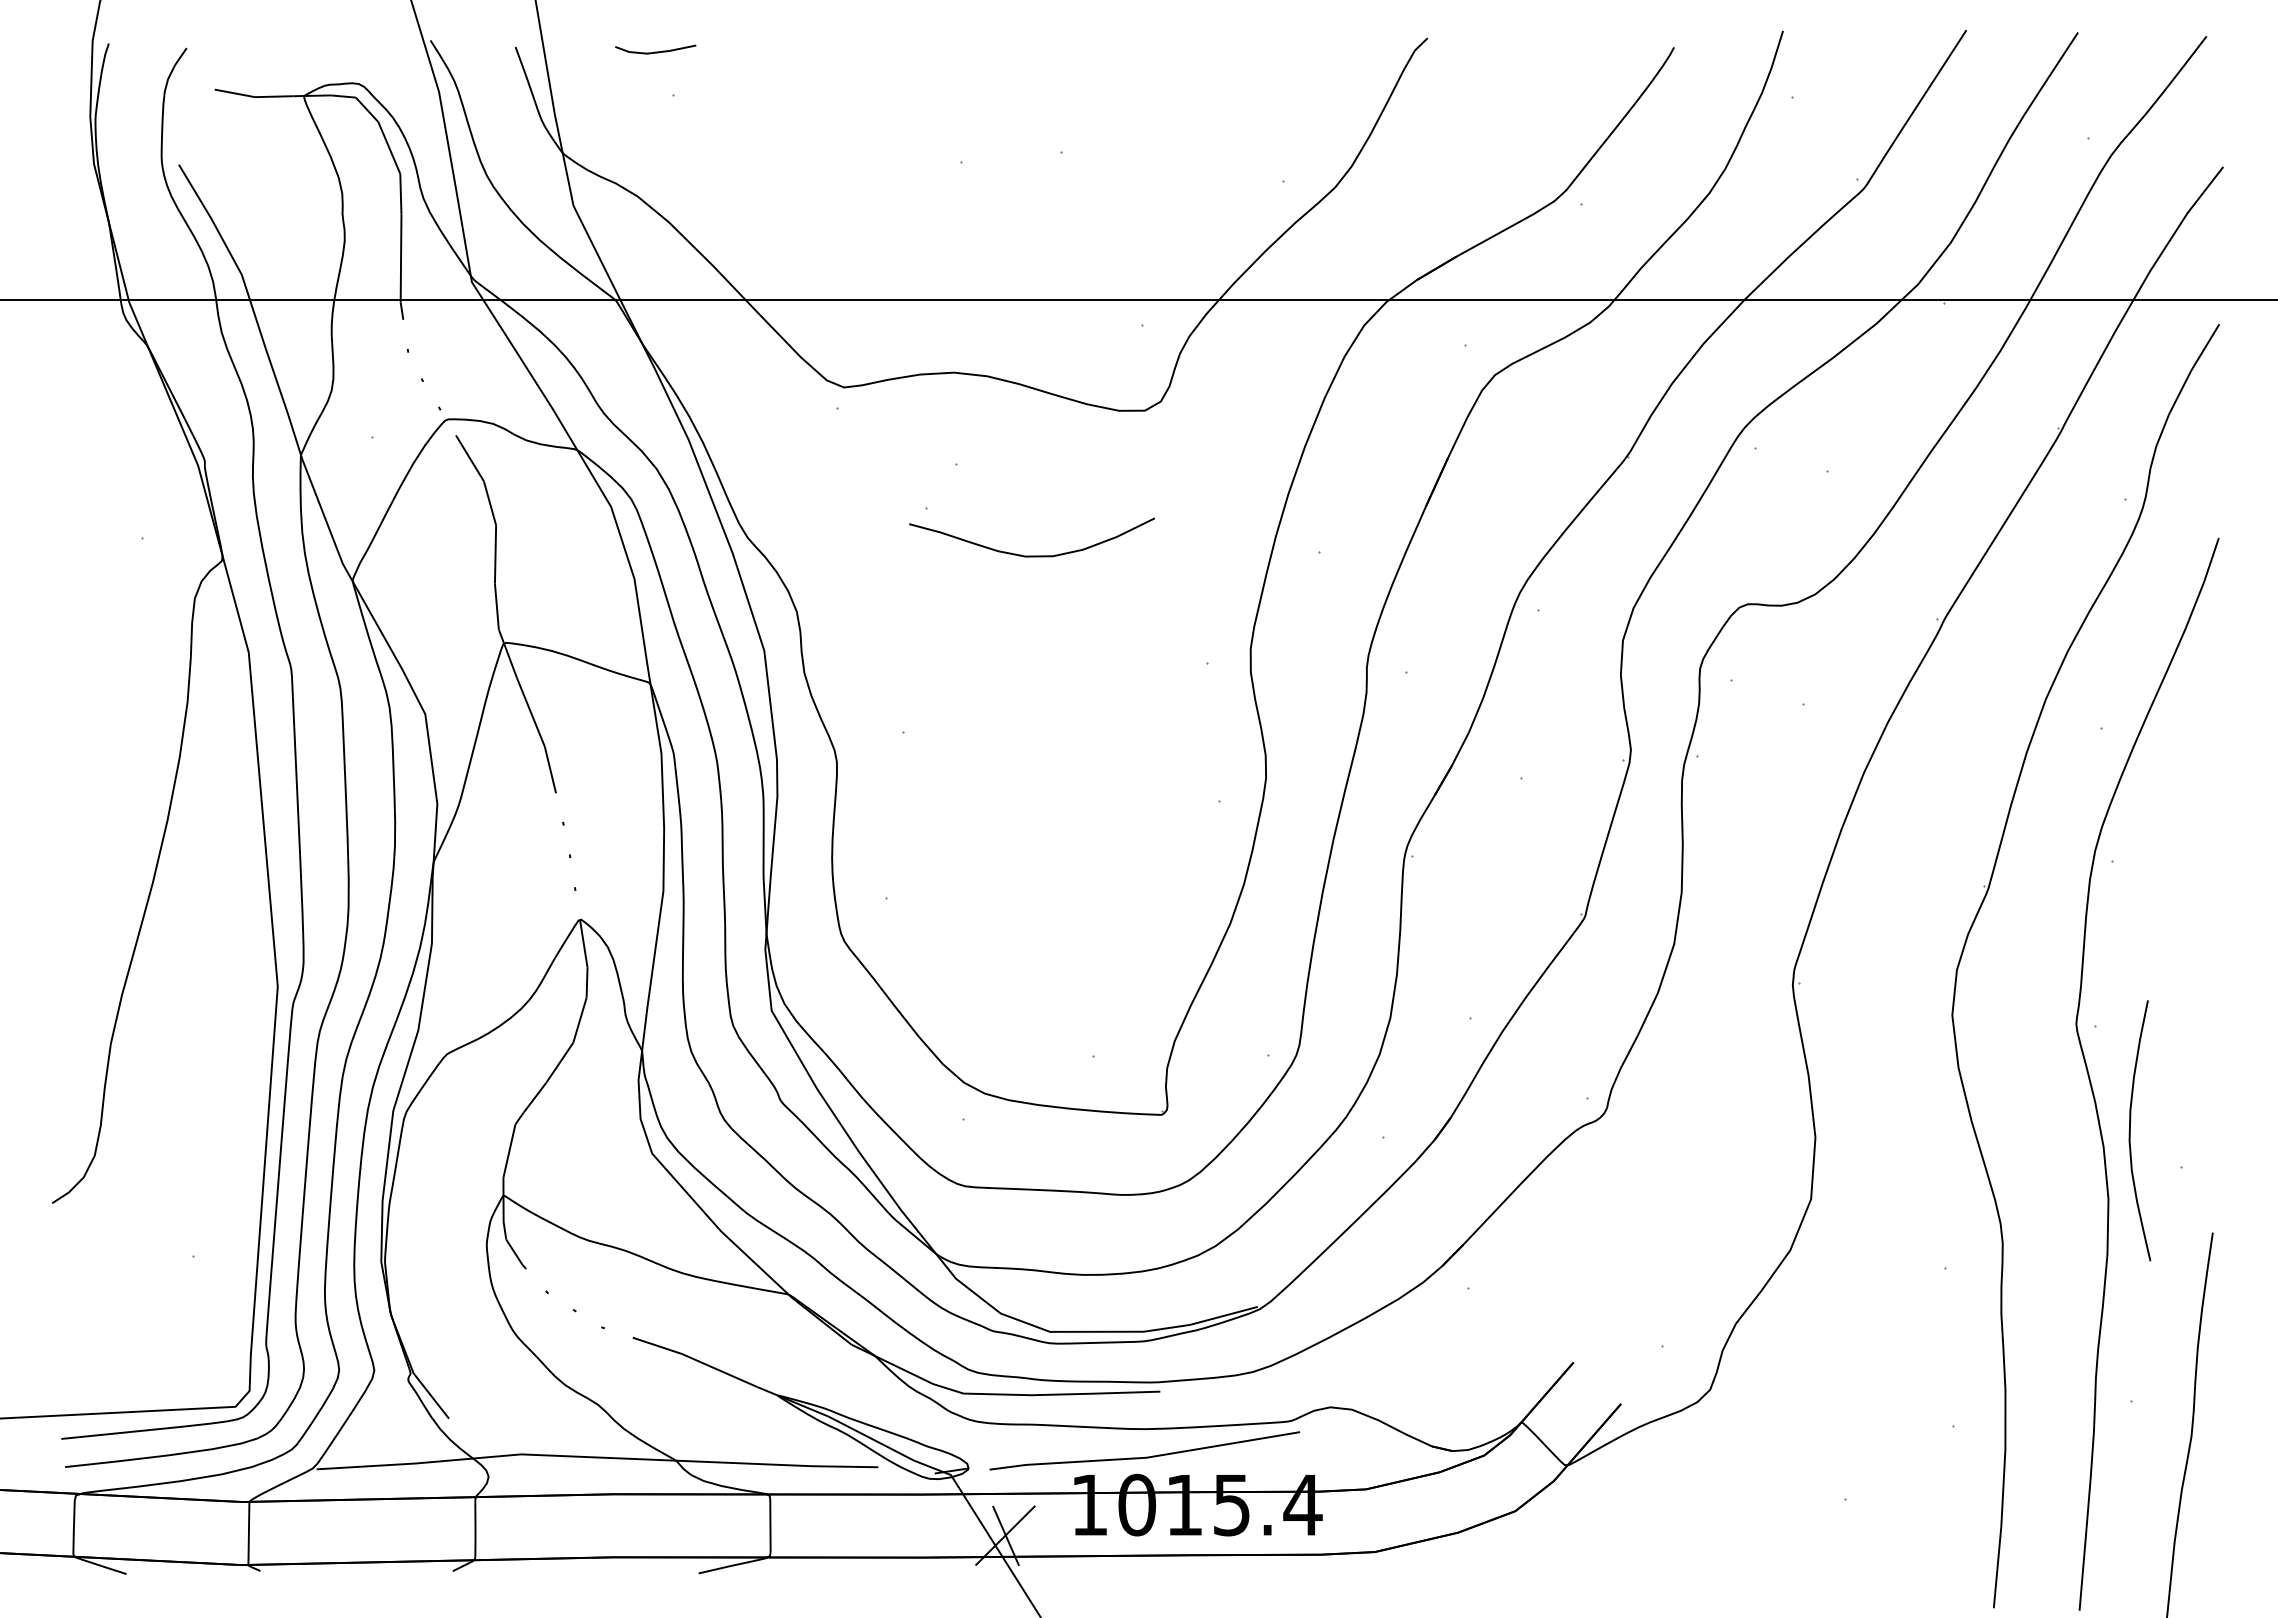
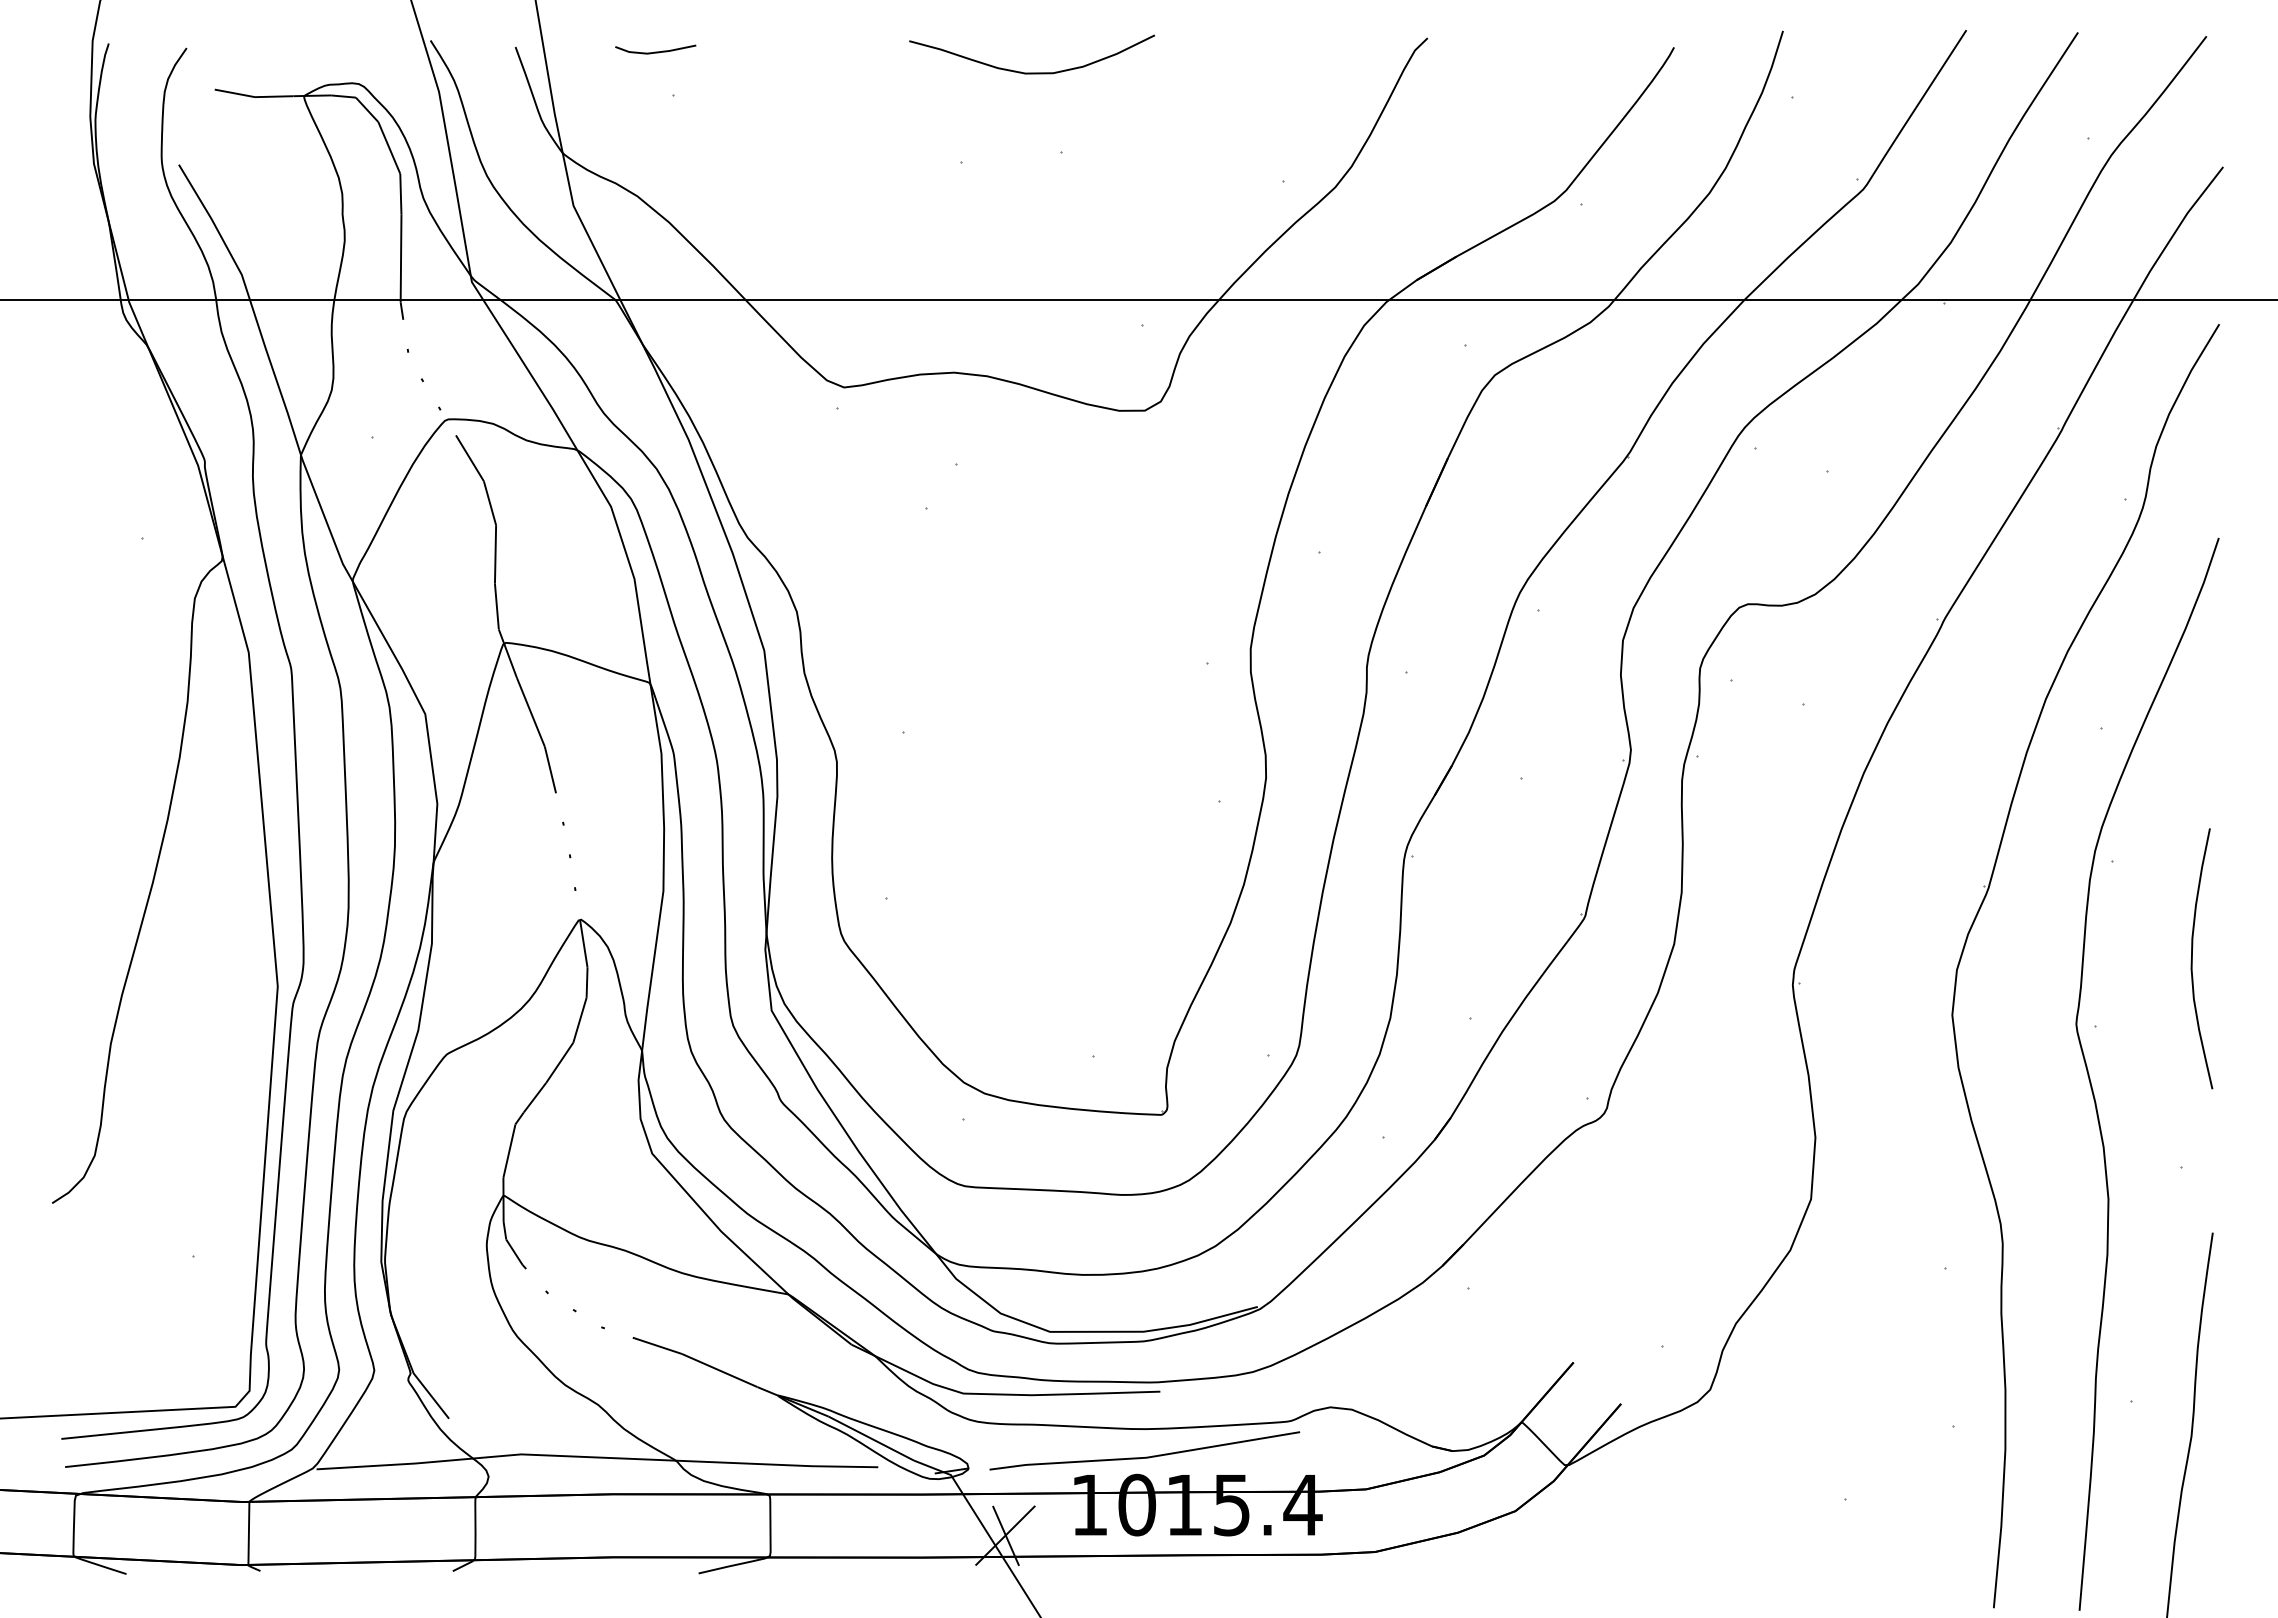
curve at (1031, 555) position: (1031, 555) -> (1031, 72)
curve at (2130, 1130) position: (2130, 1130) -> (2192, 958)
